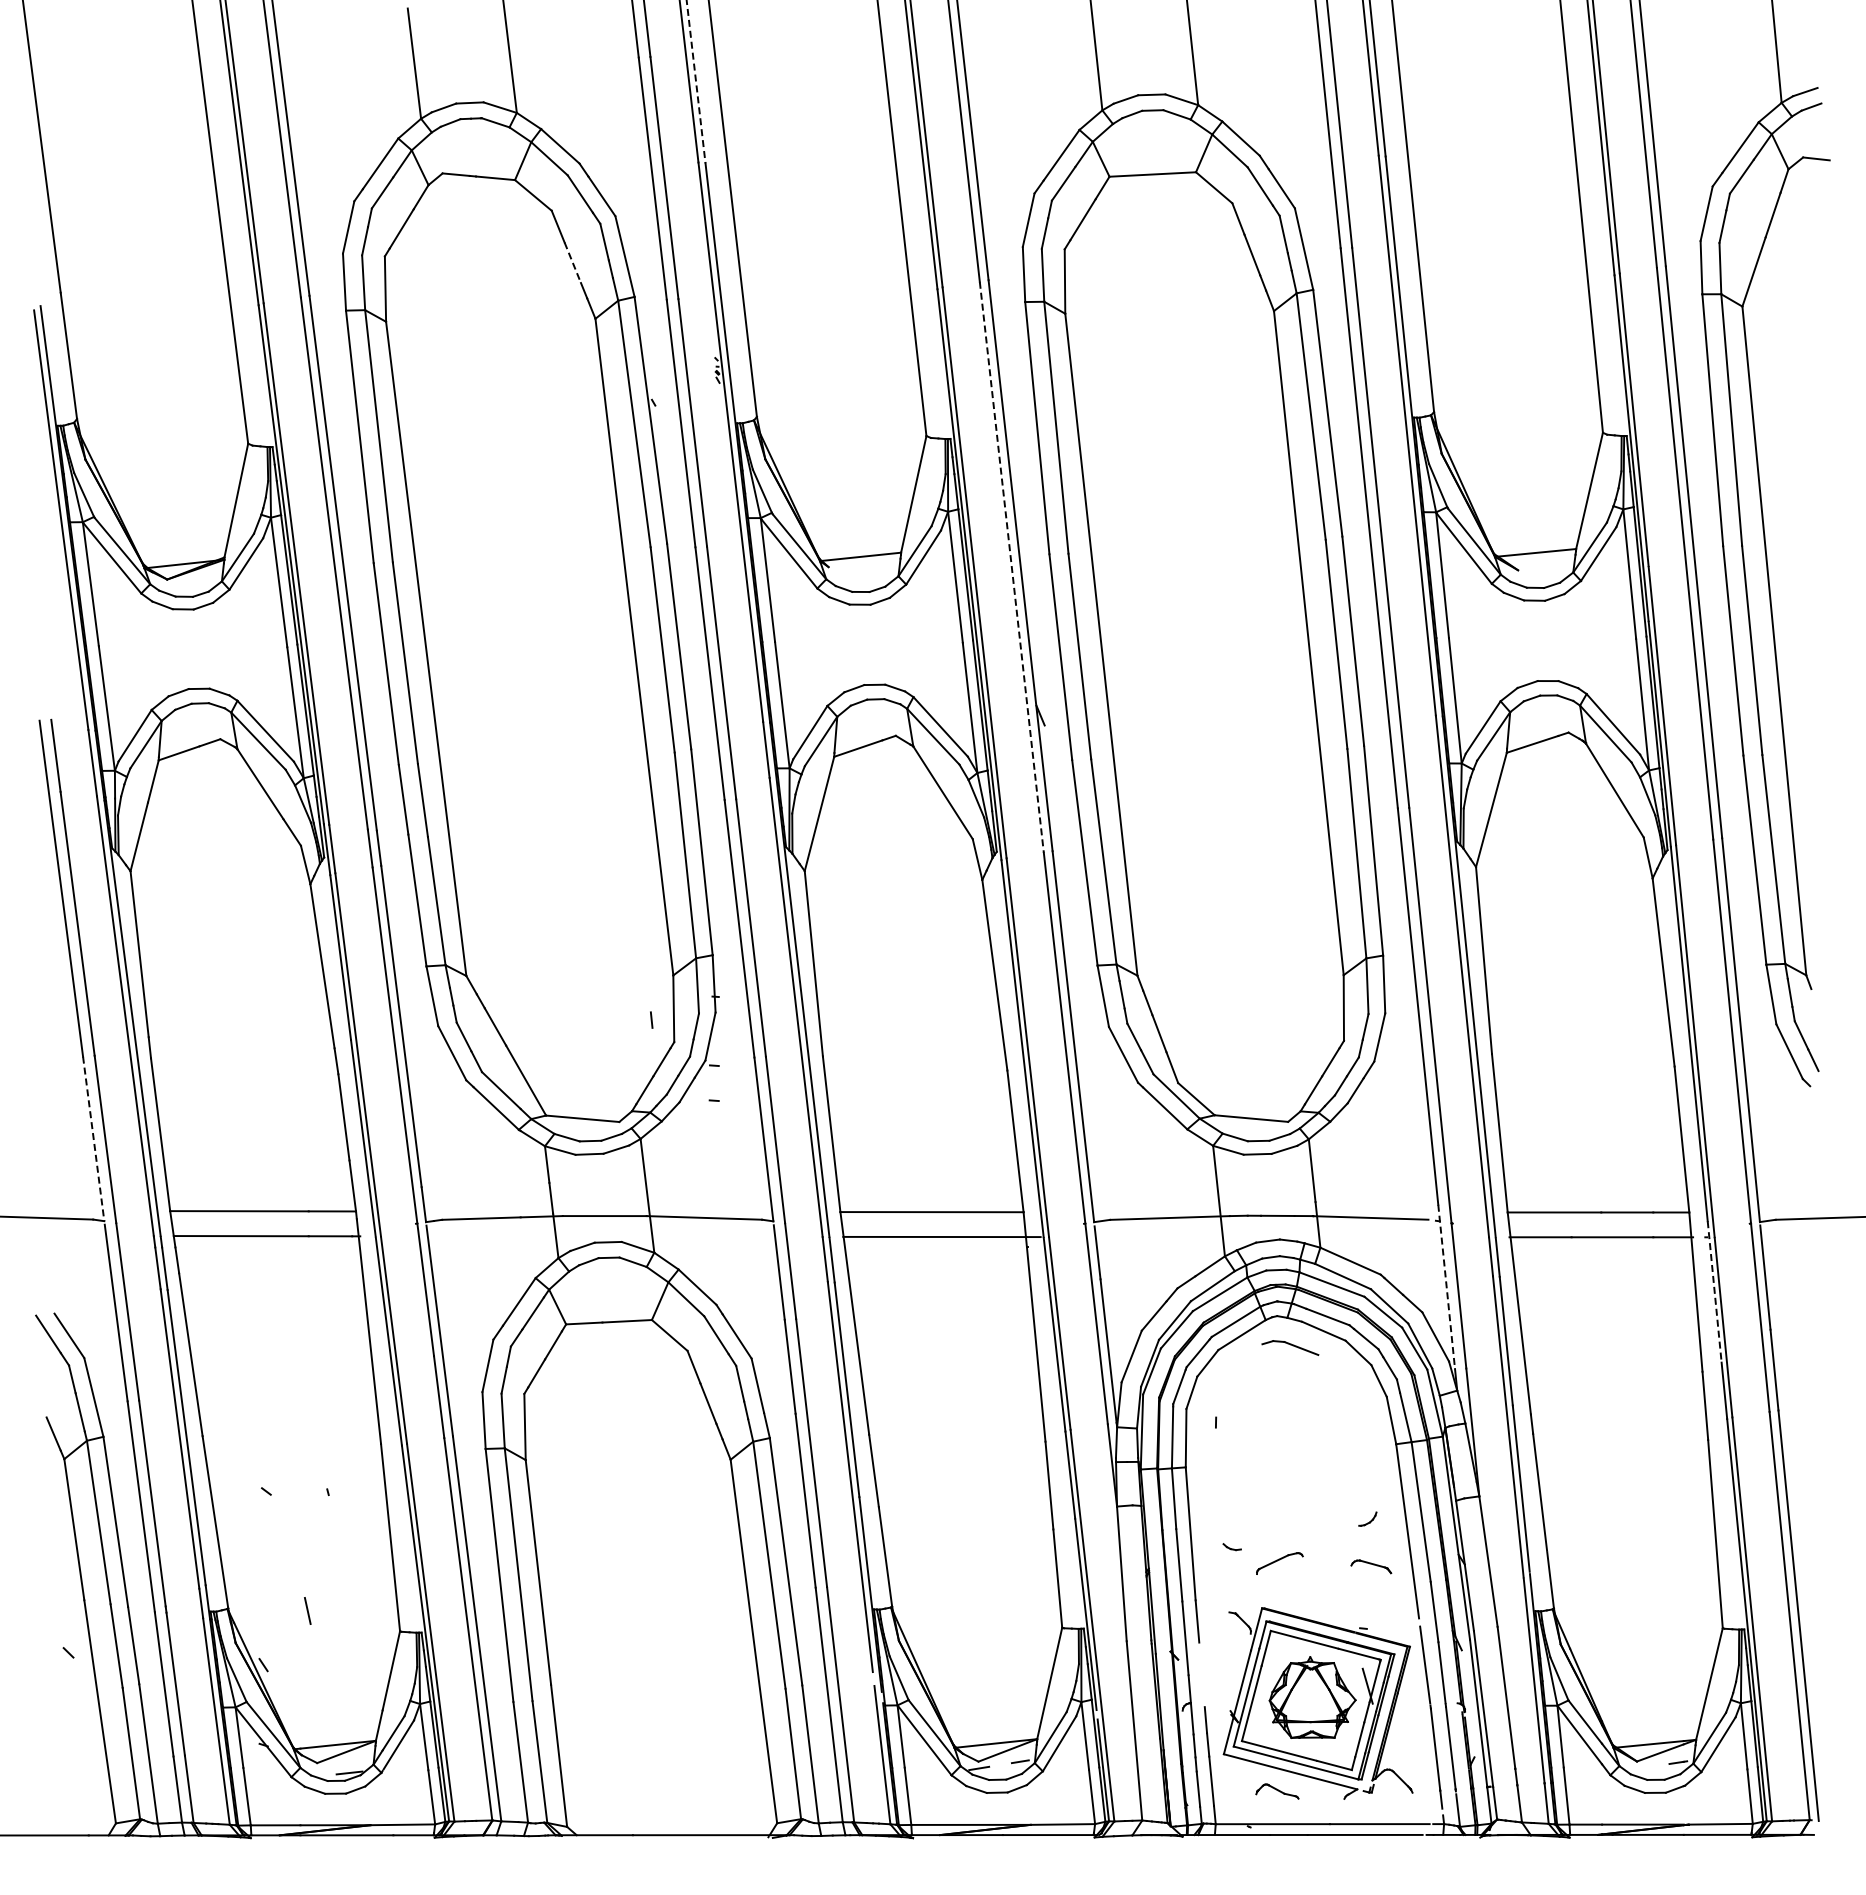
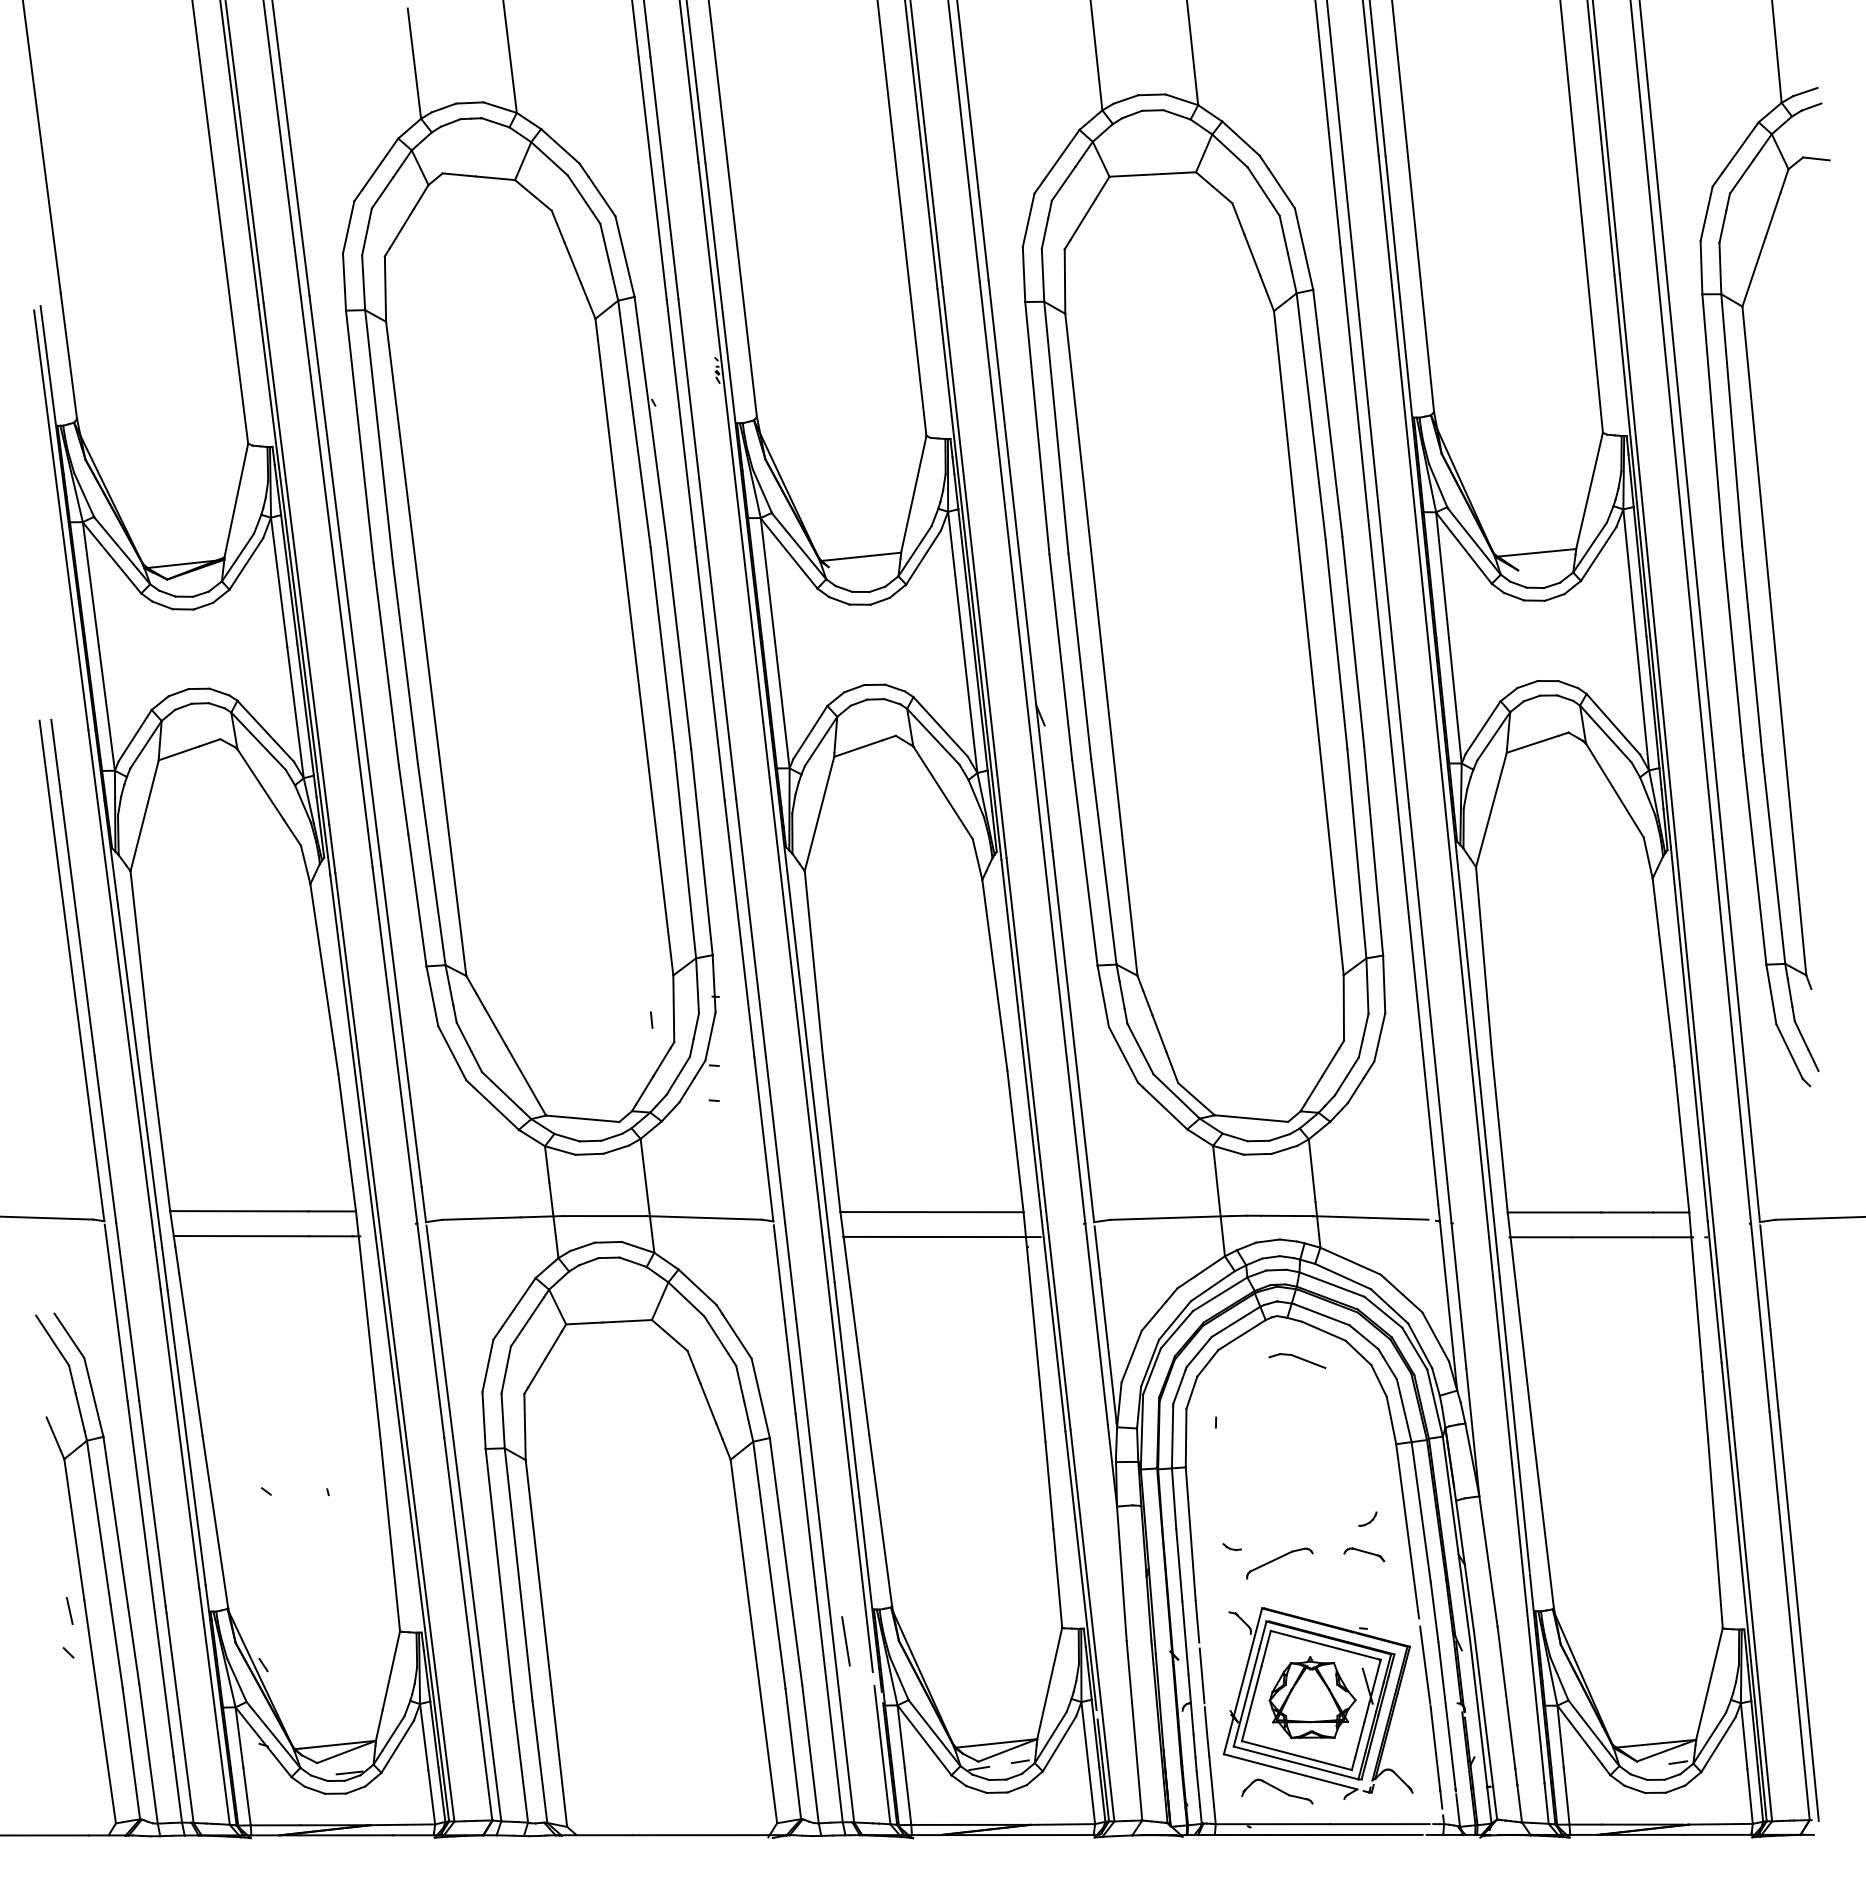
line at (696, 82): dashed -> solid
line at (572, 262): dashed -> solid
line at (1011, 567): dashed -> solid
line at (93, 1138): dashed -> solid
line at (1446, 1286): dashed -> solid
line at (1714, 1292): dashed -> solid
part at (1290, 1347) position: (1290, 1347) -> (1297, 1360)
part at (1279, 1563) size: 48x23 px -> 68x33 px
part at (1371, 1566) position: (1371, 1566) -> (1364, 1554)
line at (307, 1610) position: (307, 1610) -> (69, 1610)
line at (845, 1641): none -> present
line at (1201, 1675): none -> present
part at (1277, 1791) size: 45x17 px -> 73x27 px
